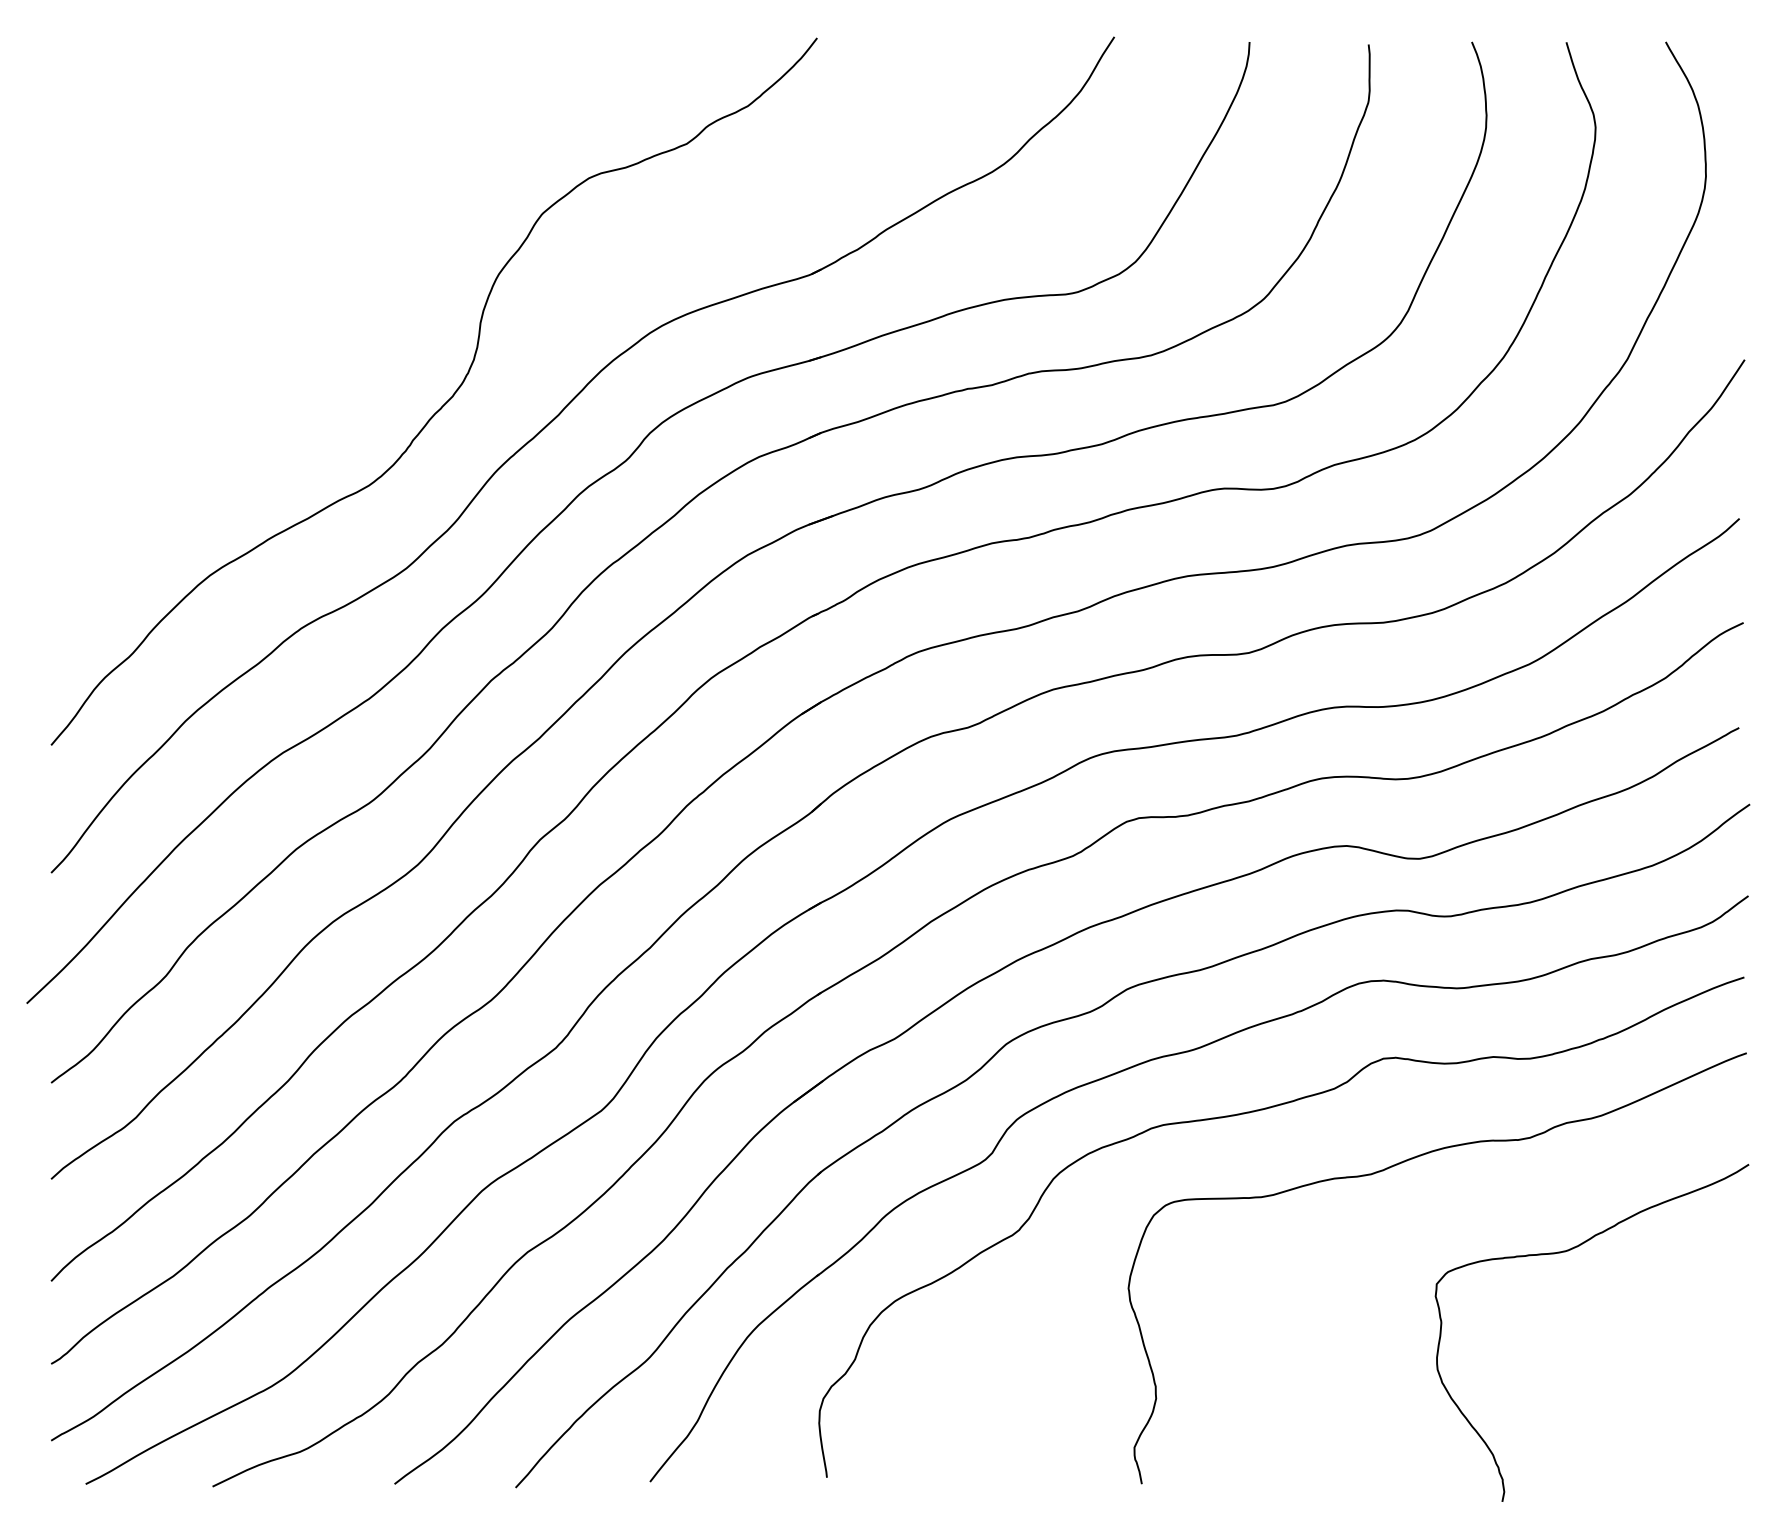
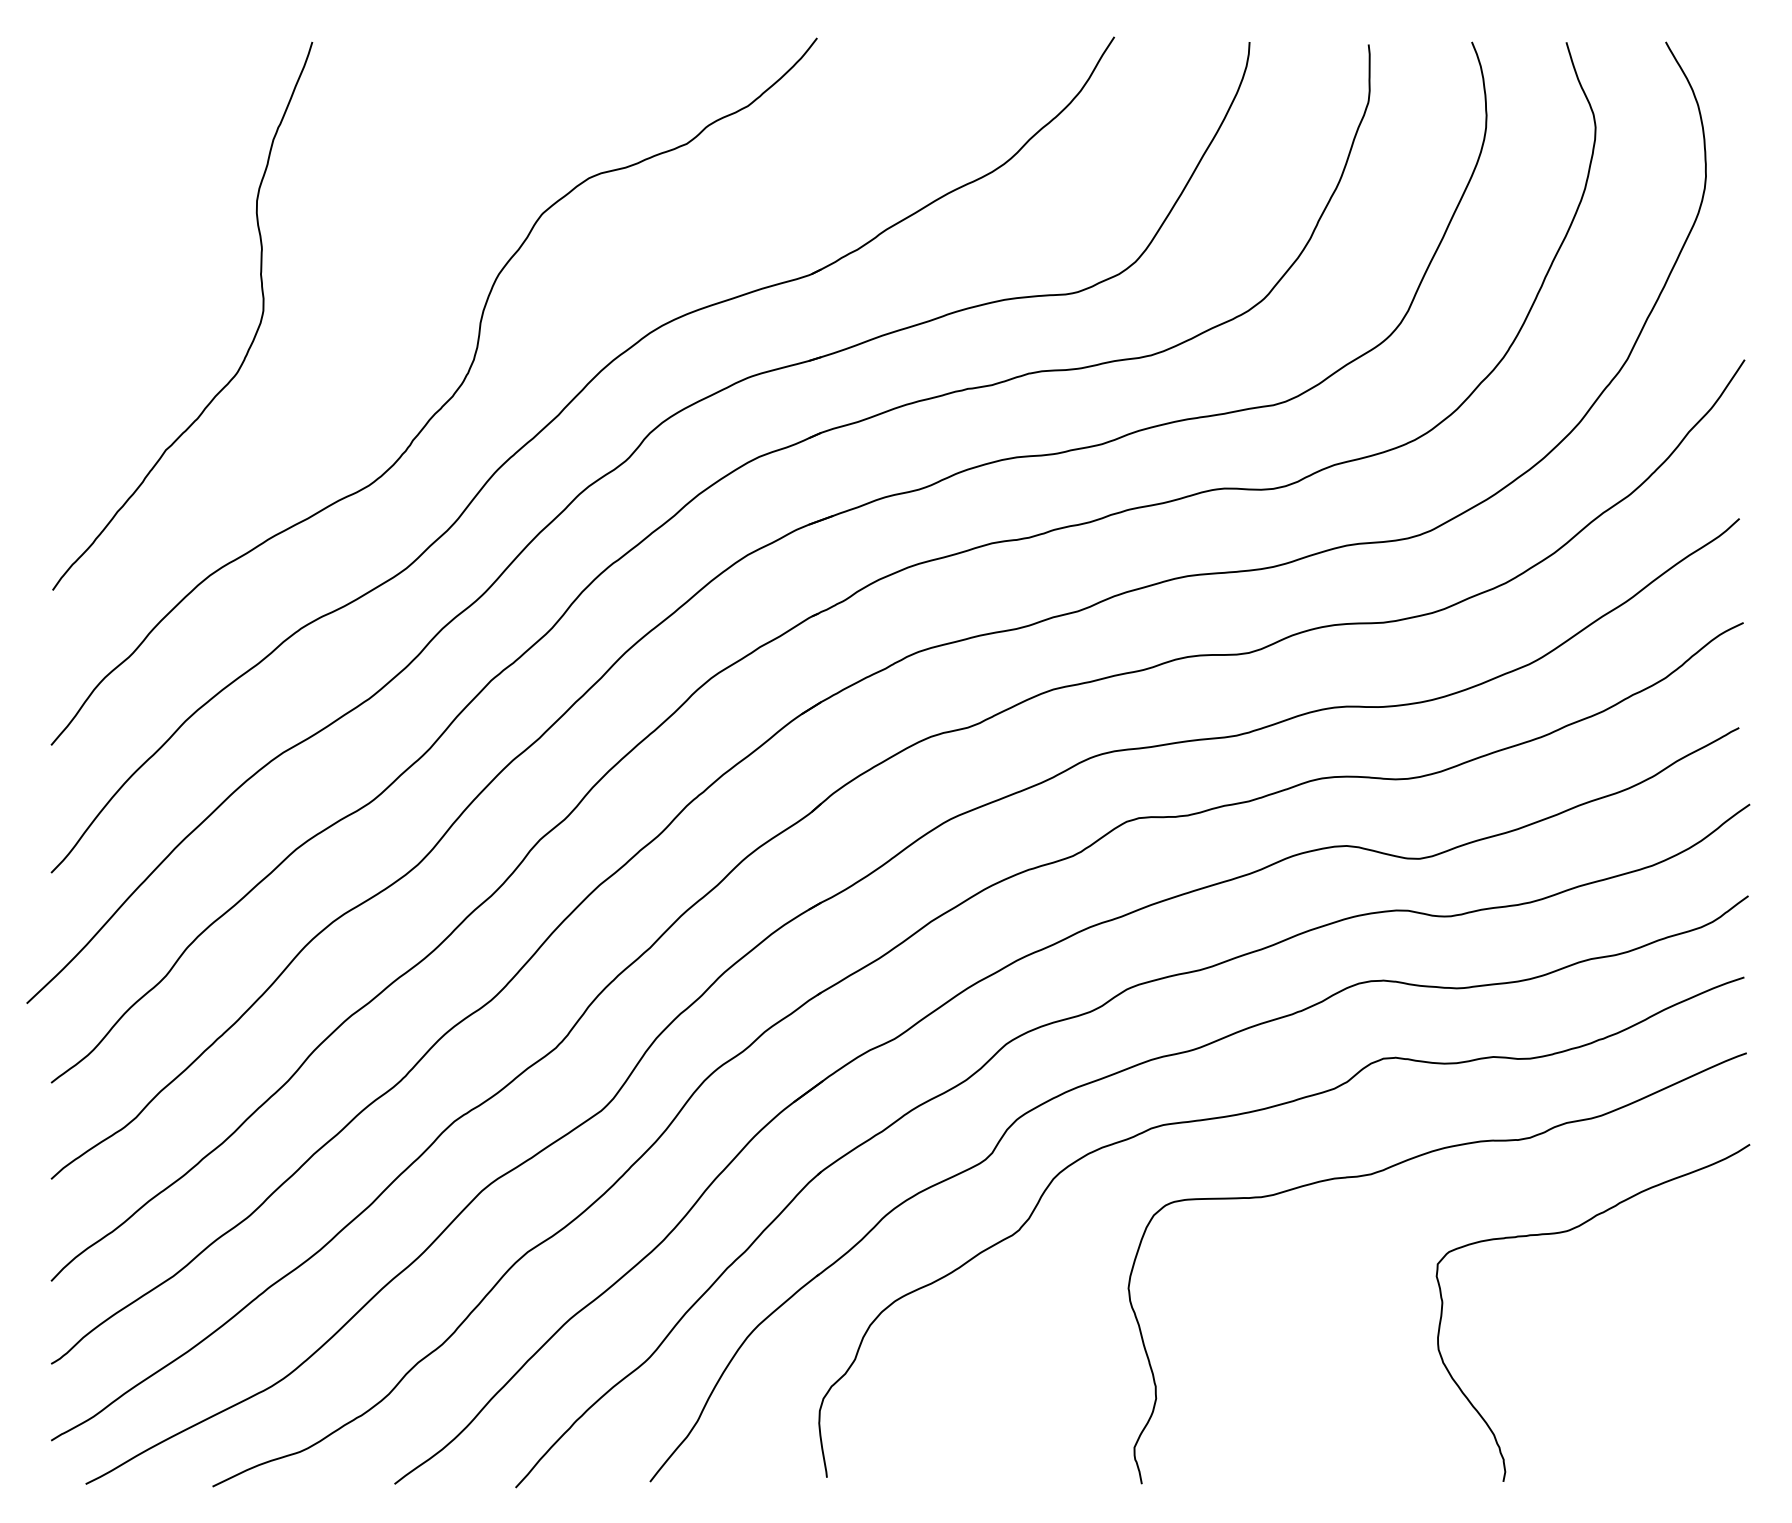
curve at (248, 348): none -> present
curve at (1565, 1252) position: (1565, 1252) -> (1566, 1232)
